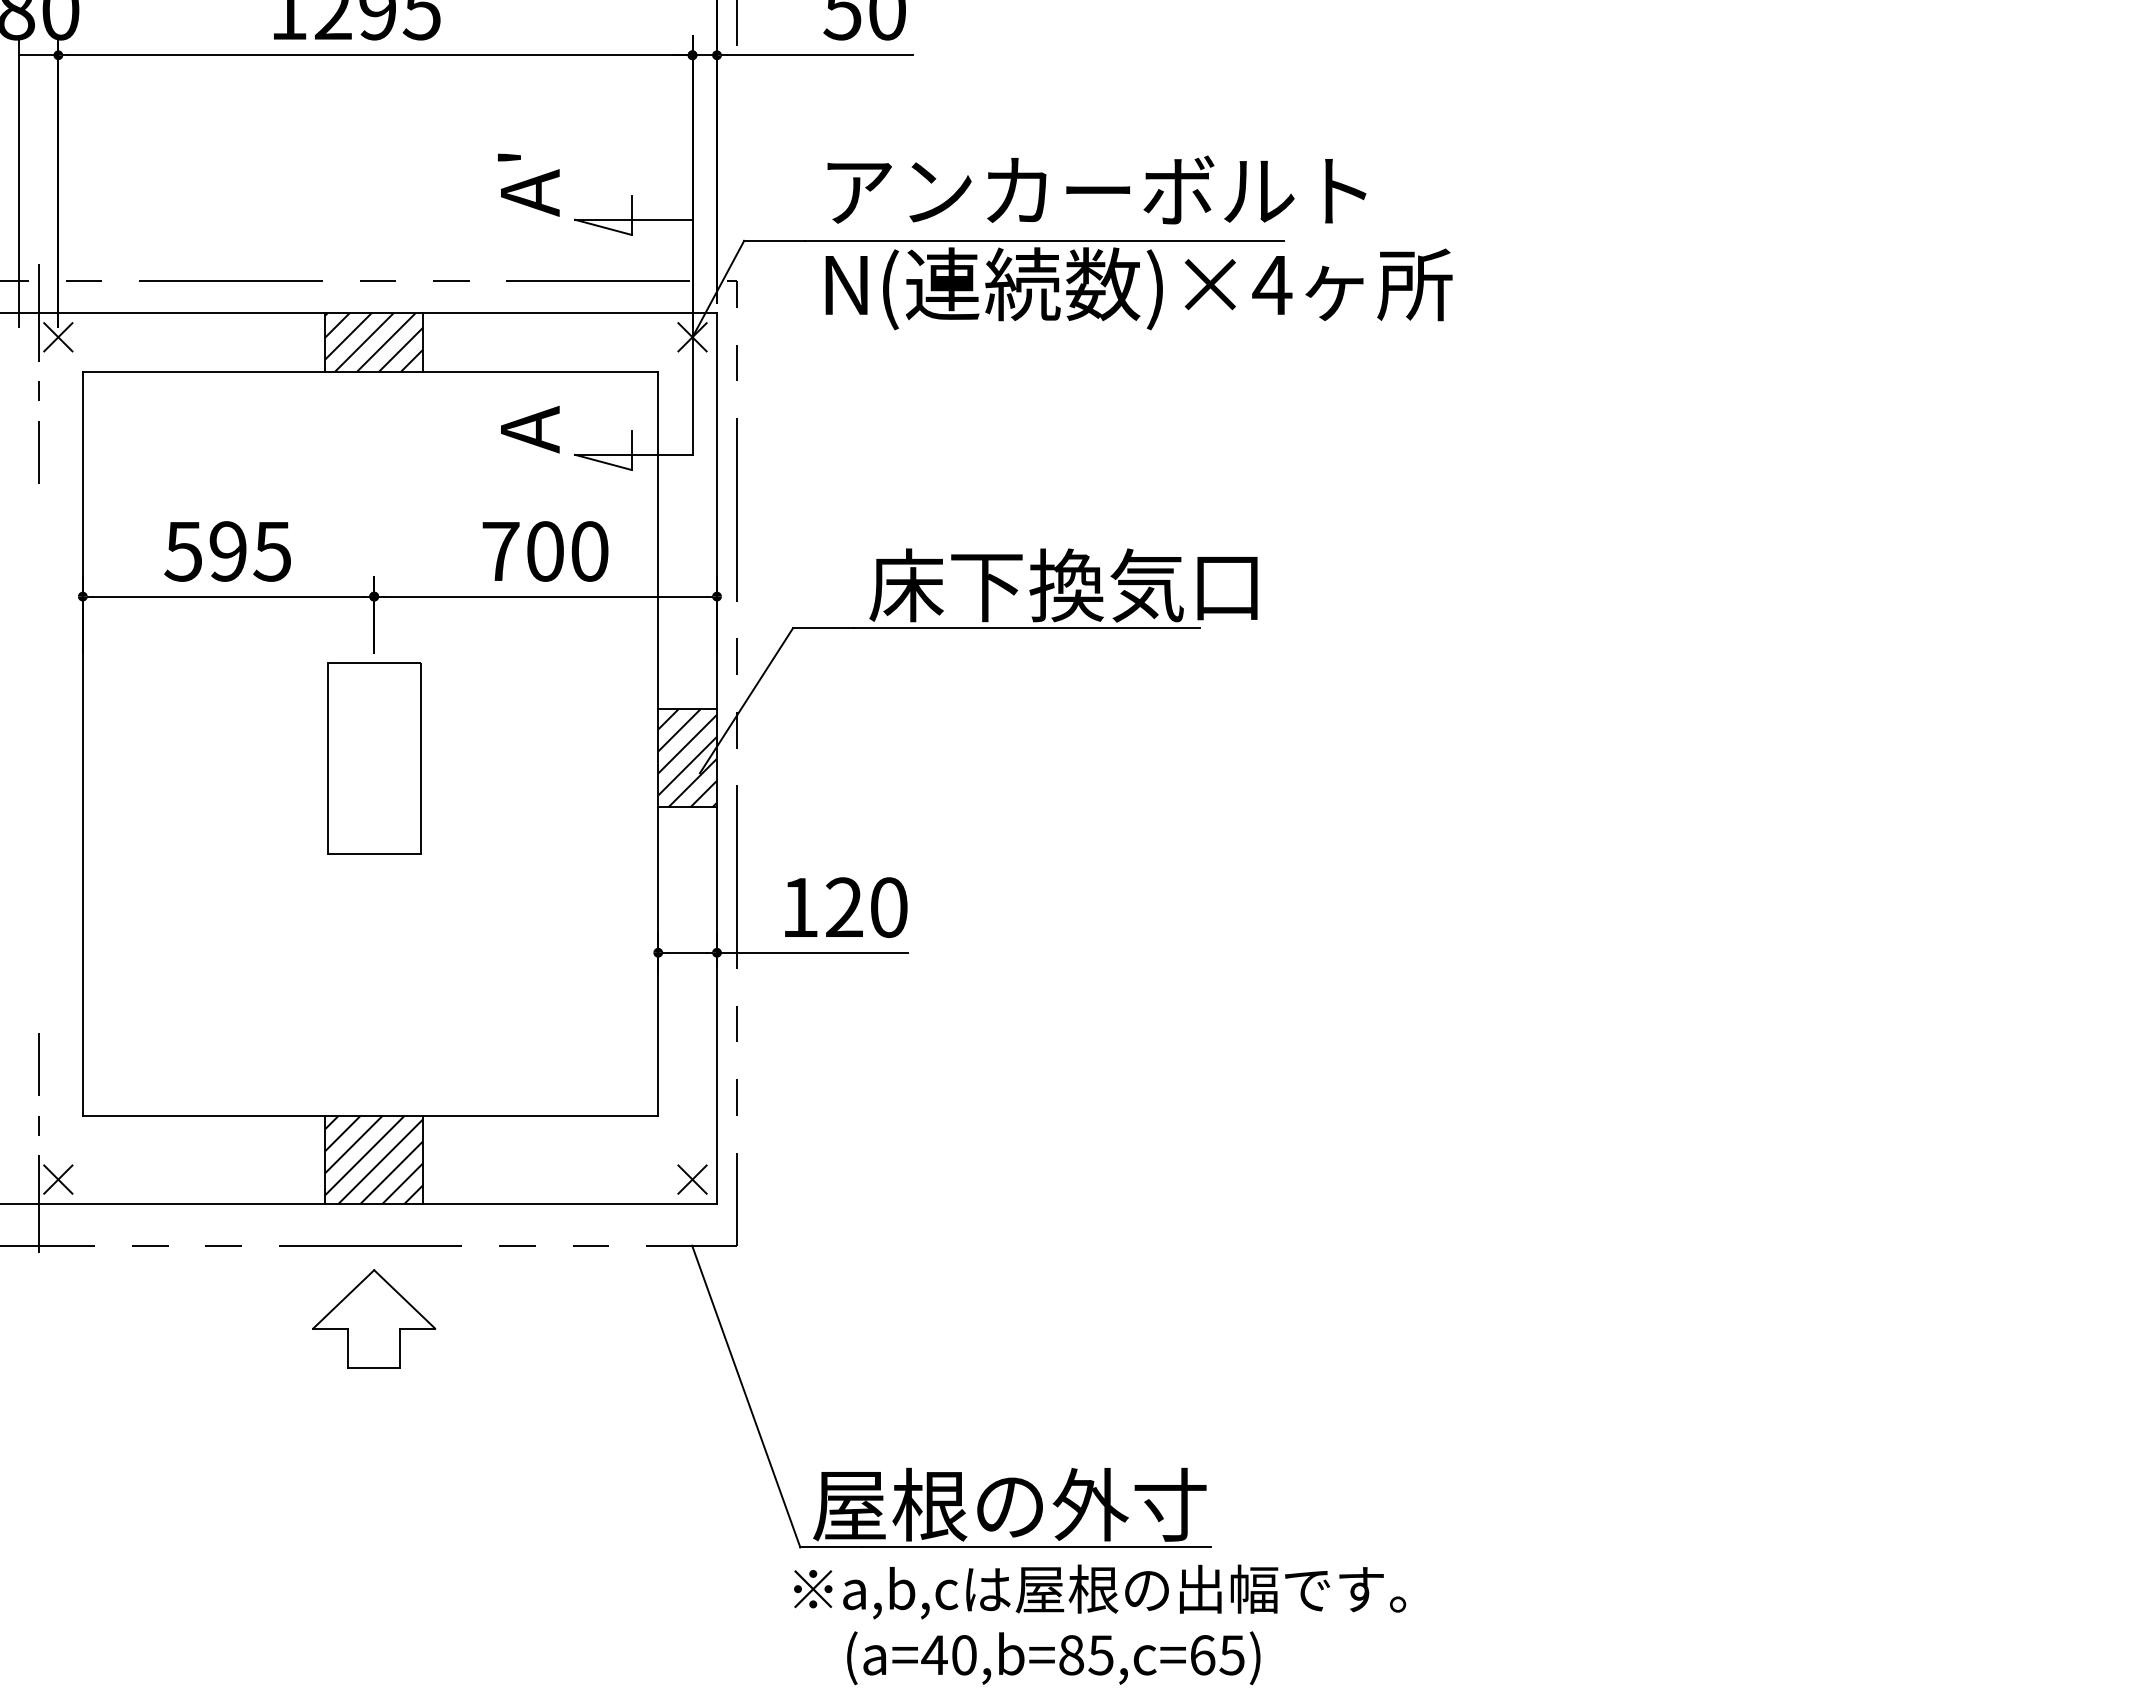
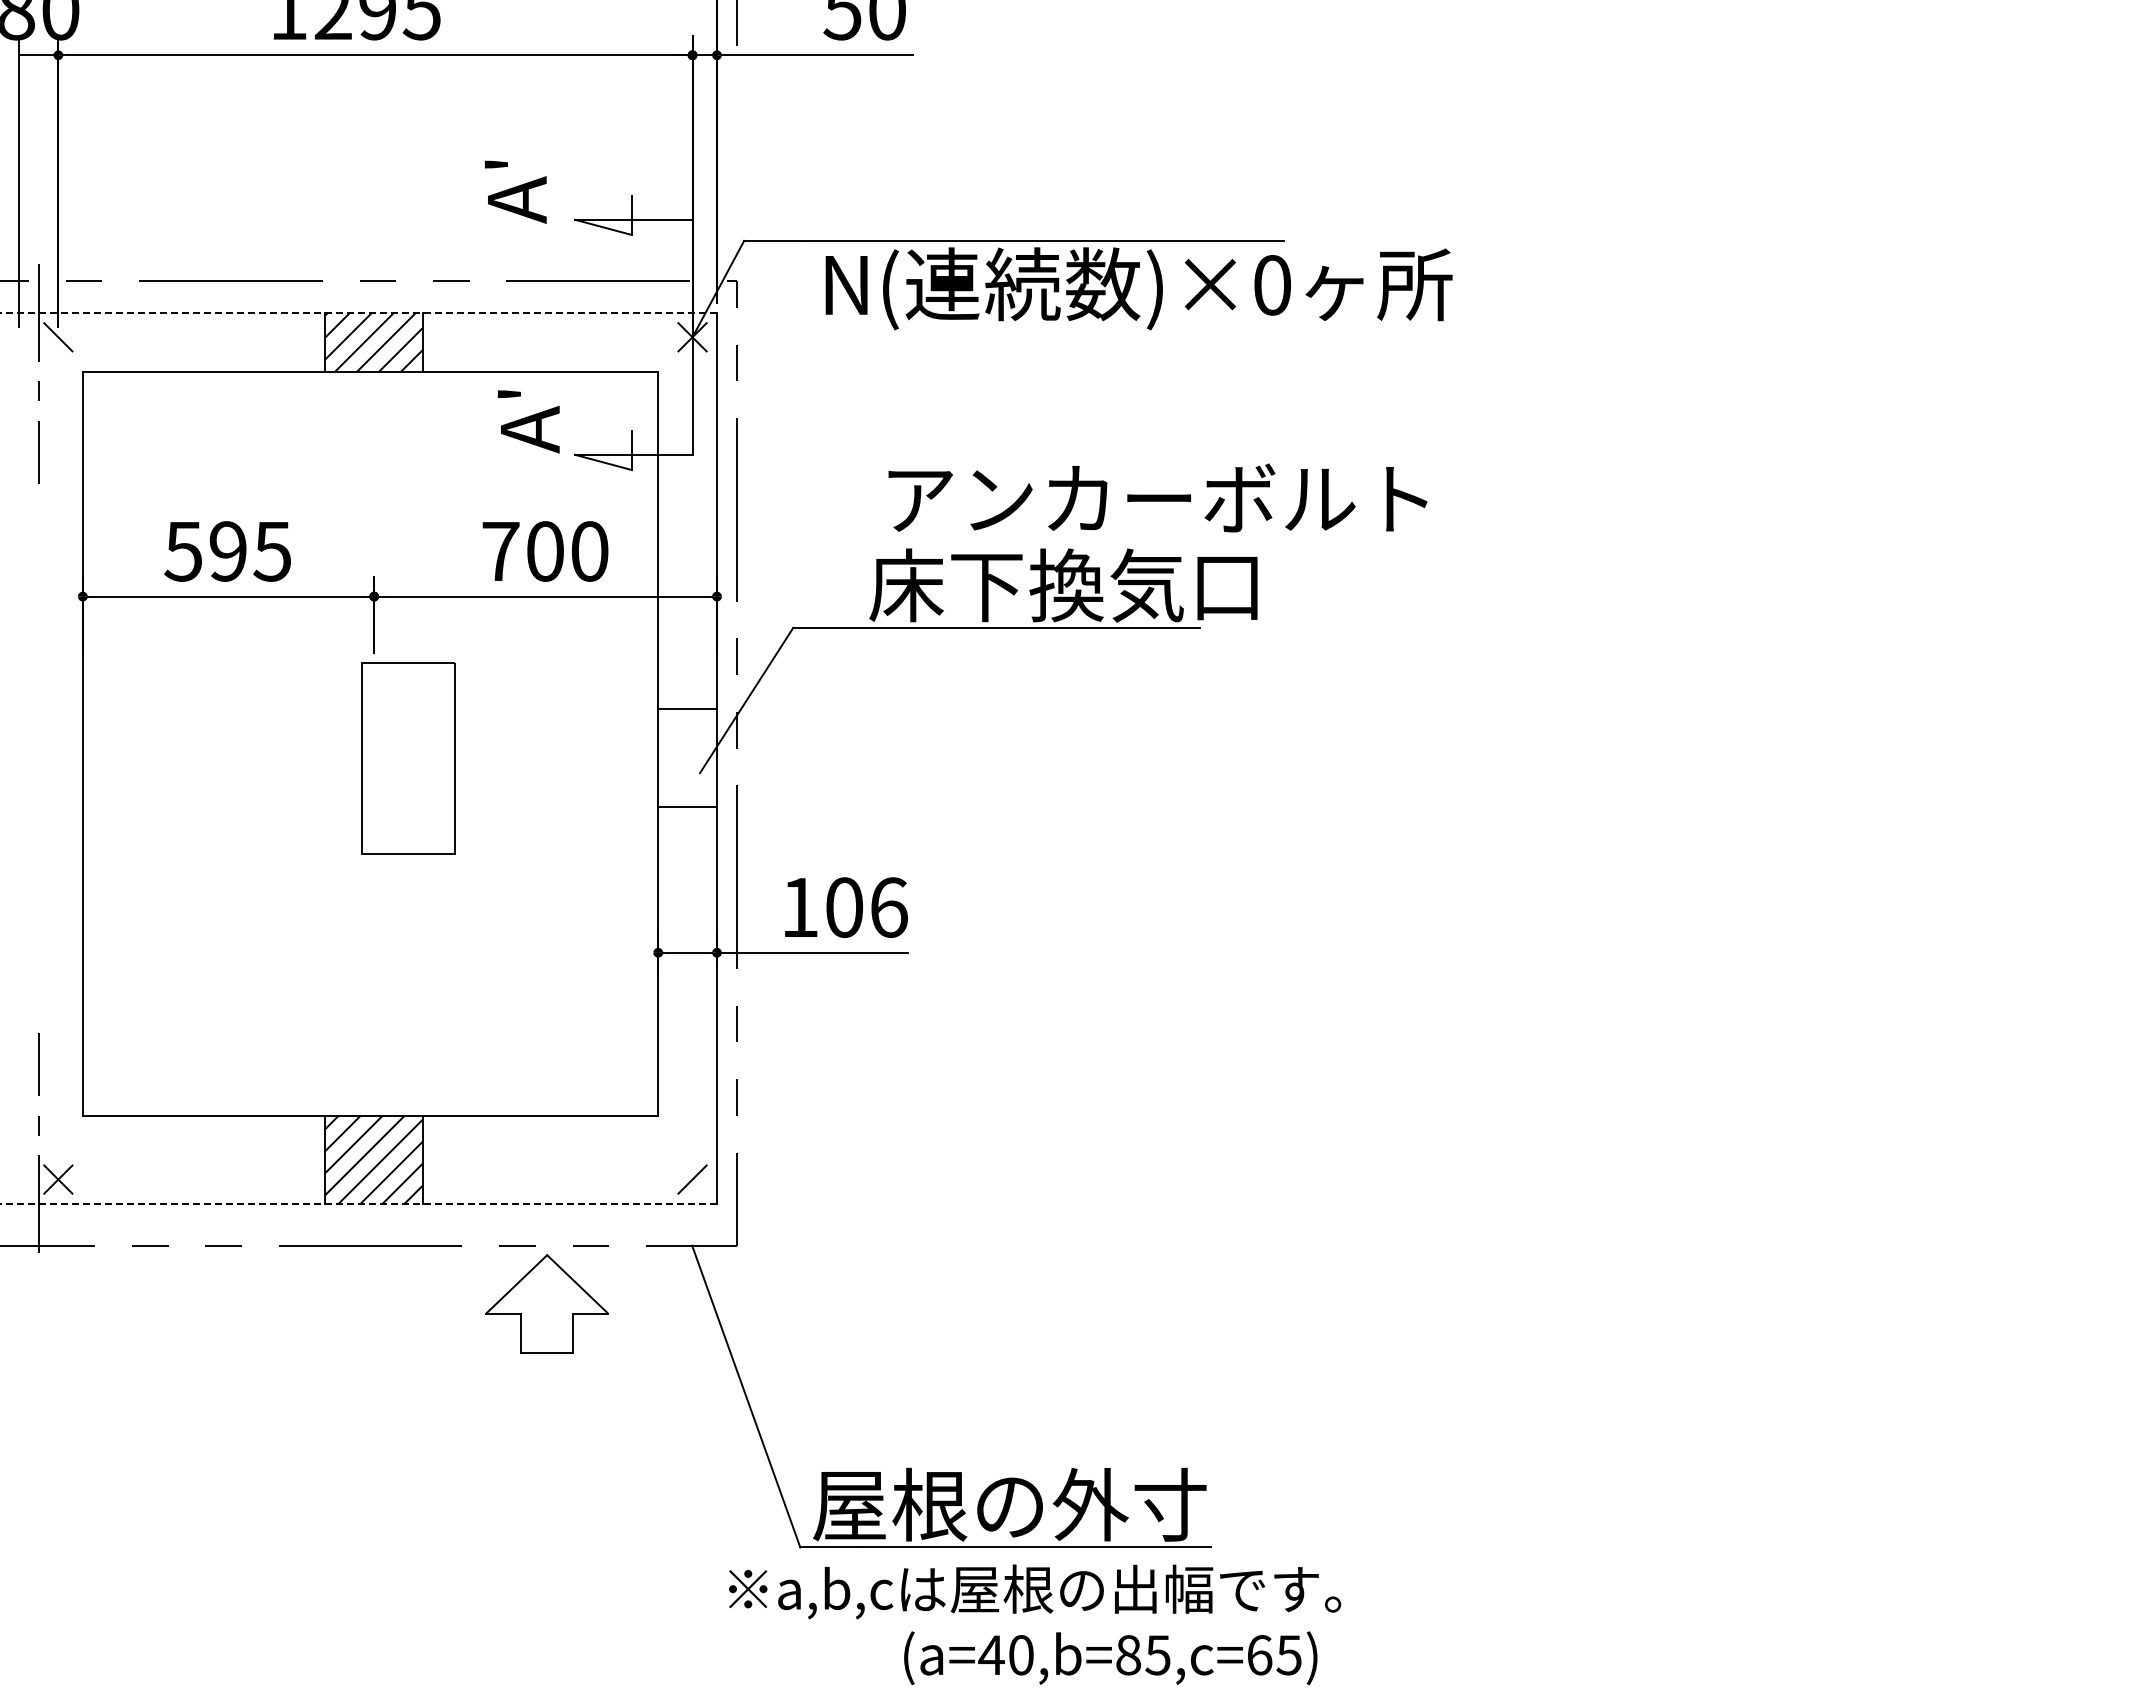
text at (528, 184) position: (528, 184) -> (515, 191)
text at (1096, 189) position: (1096, 189) -> (1157, 497)
text at (1272, 285): ×4 -> ×0
line at (358, 312): solid -> dashed
line at (58, 337): present -> none
text at (508, 393): A -> A'
part at (374, 758) position: (374, 758) -> (408, 758)
hatch at (687, 758): present -> none
text at (866, 907): 120 -> 106
line at (692, 1179): present -> none
line at (358, 1204): solid -> dashed
part at (374, 1318) position: (374, 1318) -> (547, 1303)
text at (1100, 1591) position: (1100, 1591) -> (1035, 1591)
text at (1053, 1658) position: (1053, 1658) -> (1110, 1658)
